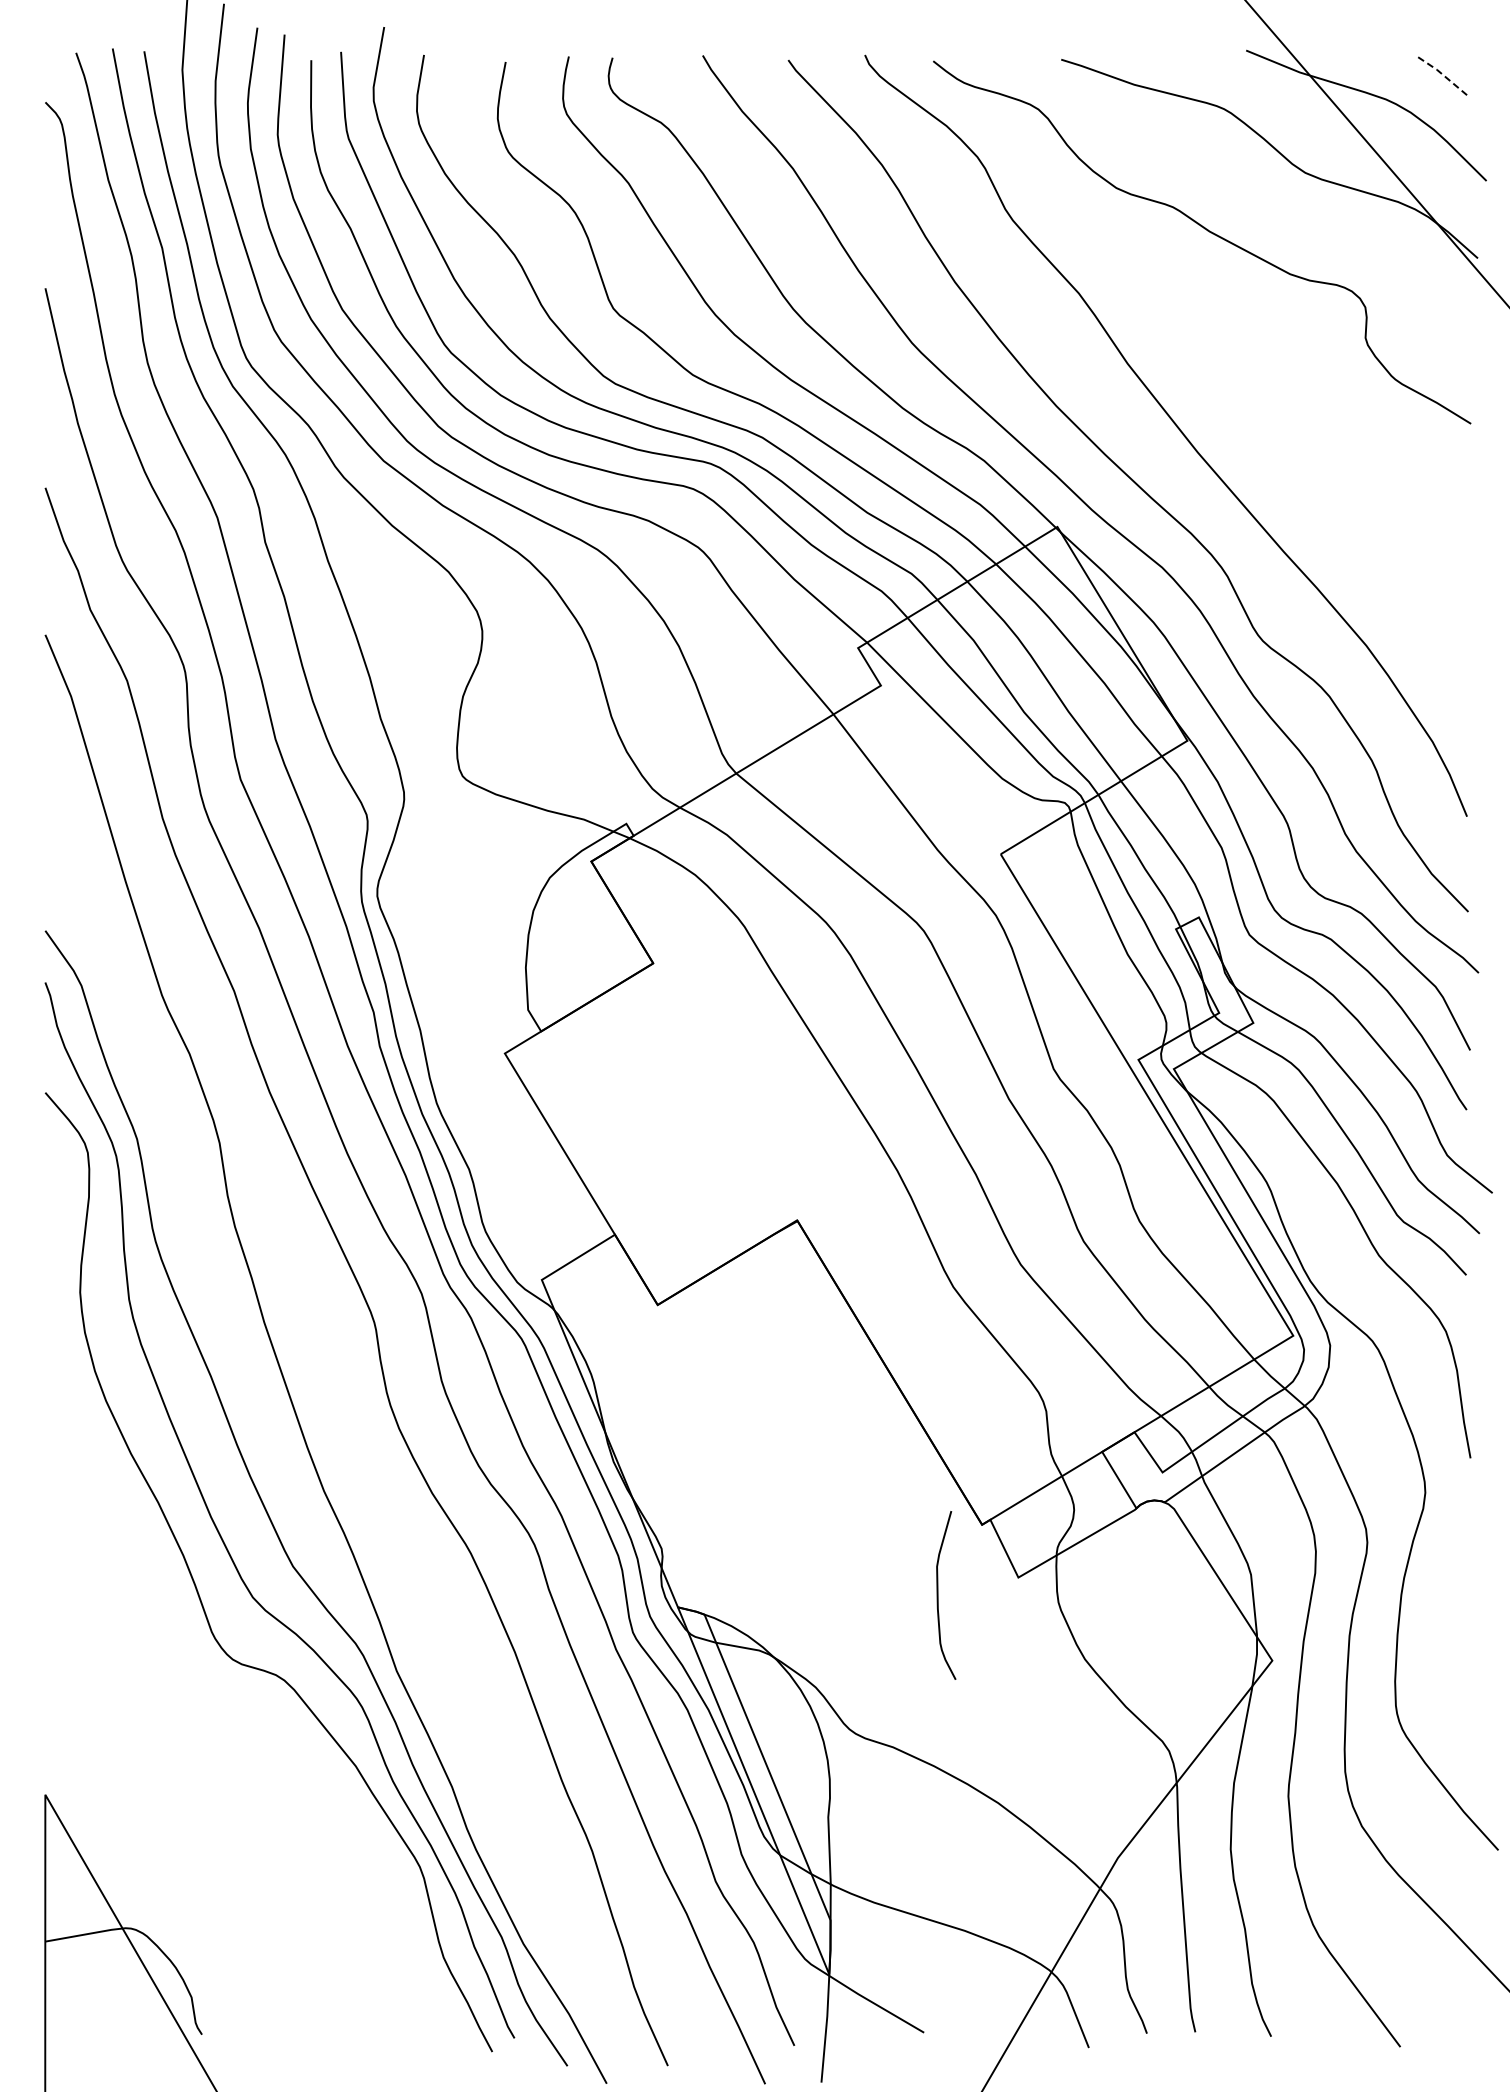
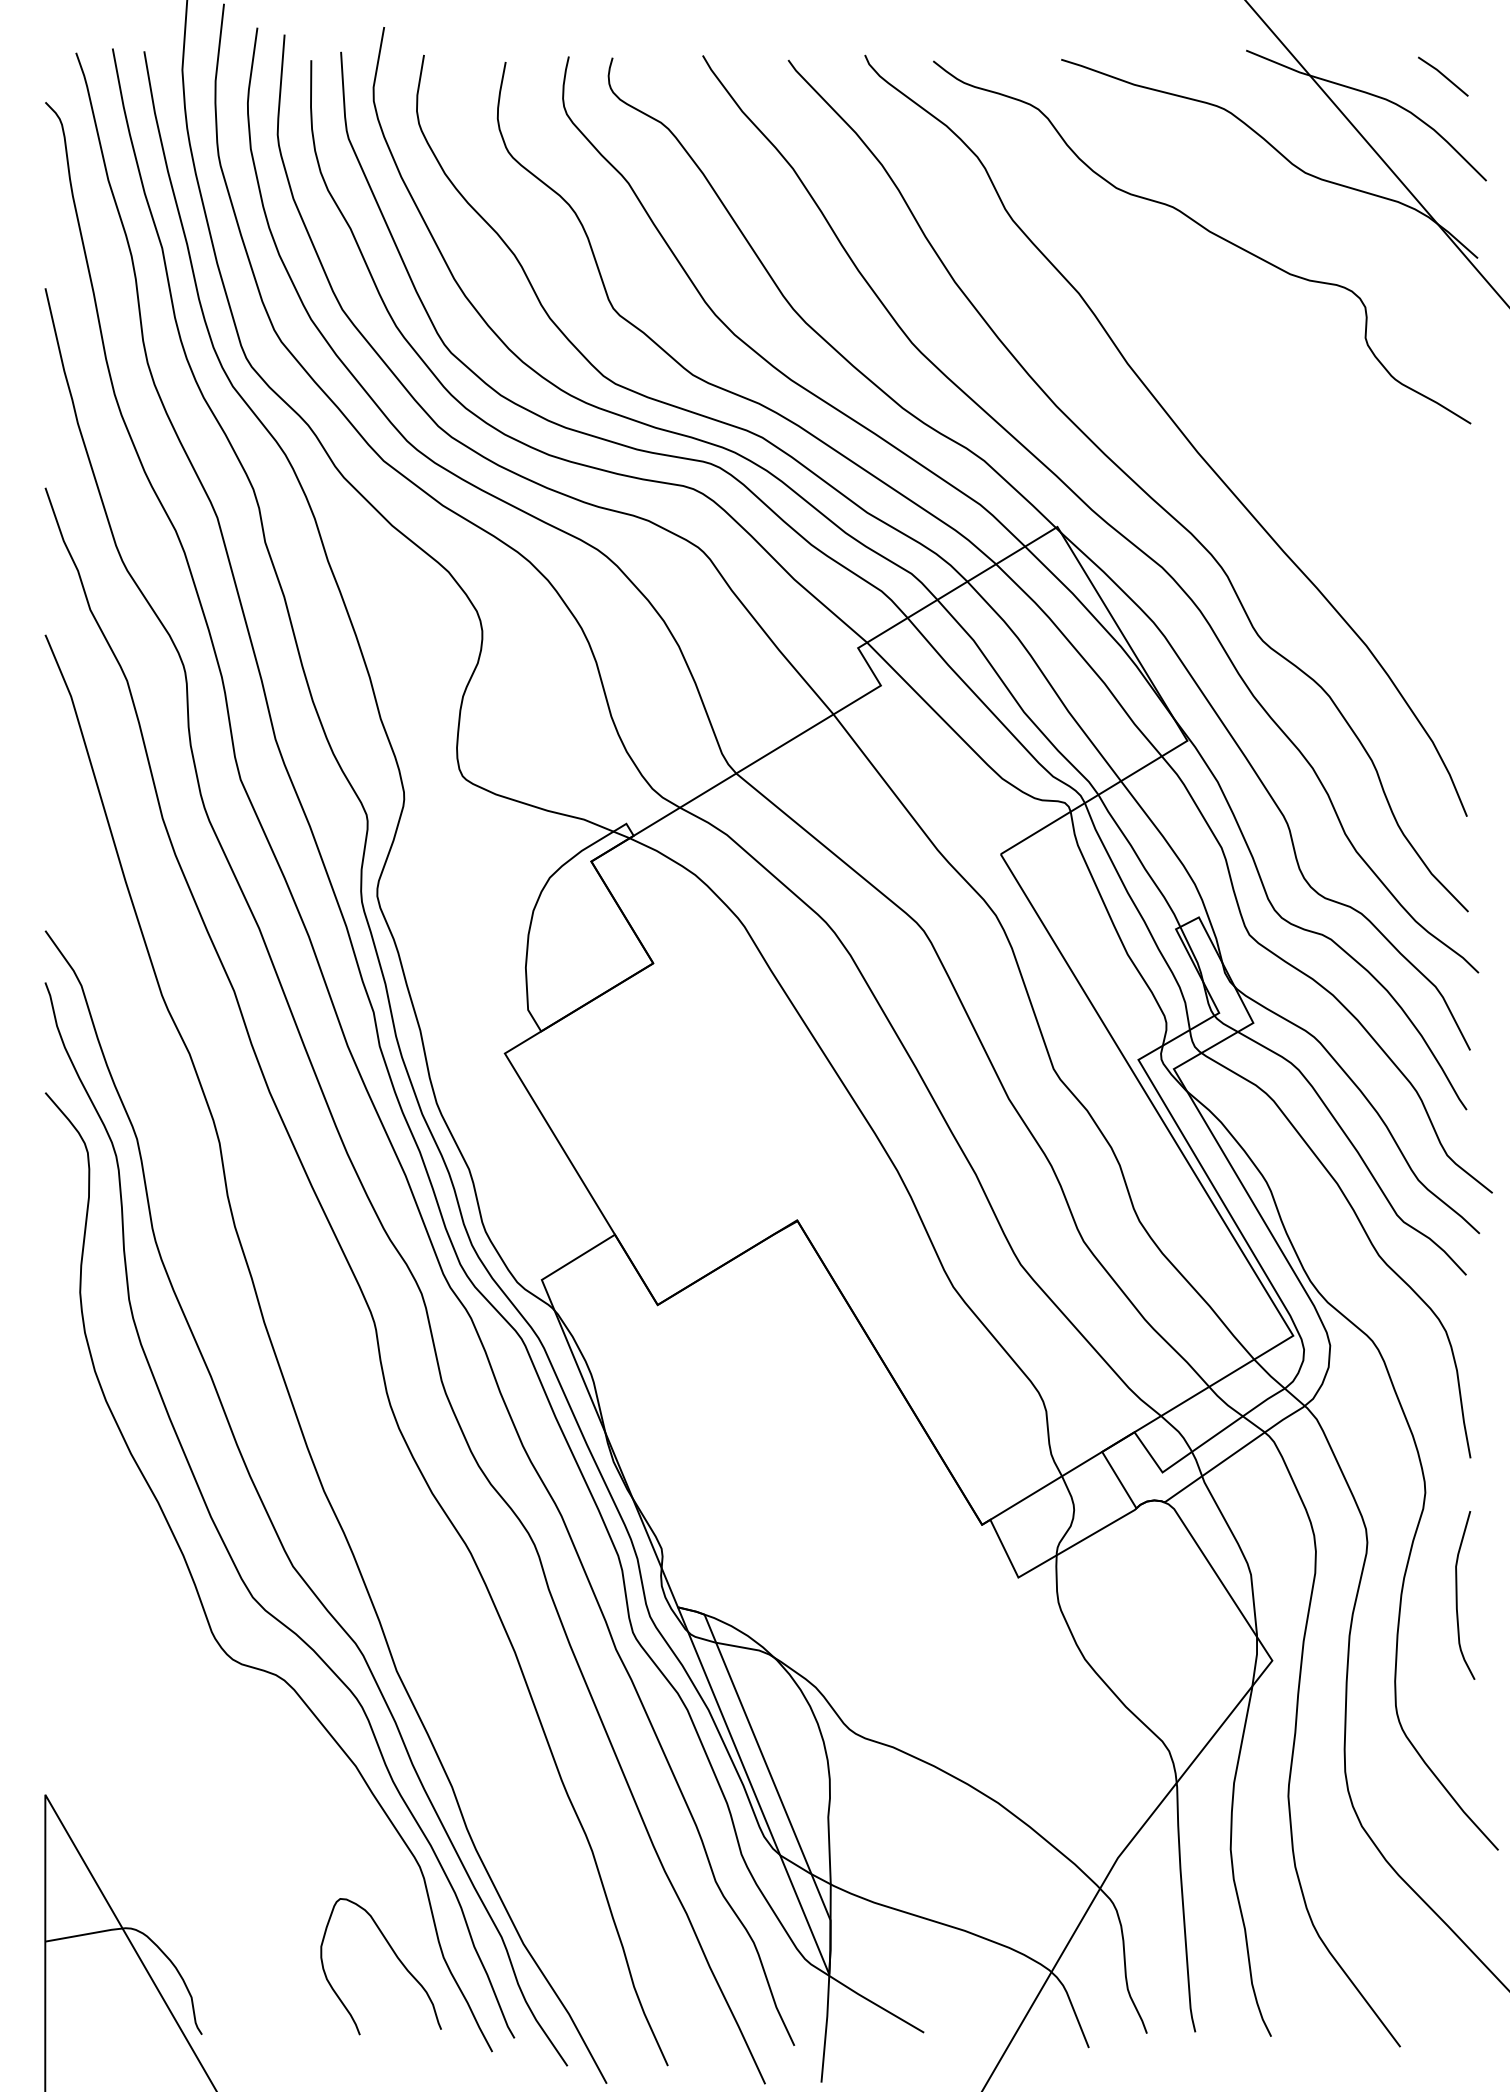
line at (1443, 75): dashed -> solid
curve at (938, 1595) position: (938, 1595) -> (1457, 1595)
curve at (395, 1956): none -> present
